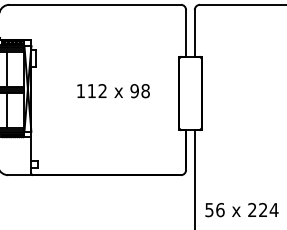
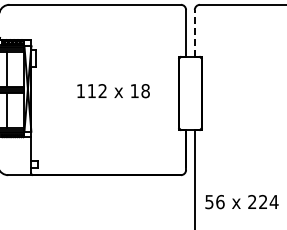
line at (194, 33): solid -> dashed
text at (134, 91): 98 -> 18
text at (241, 210) position: (241, 210) -> (241, 202)
